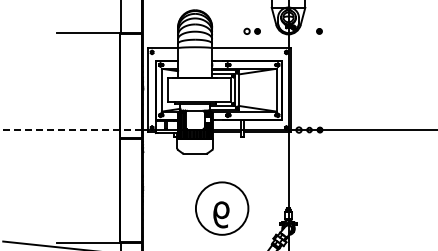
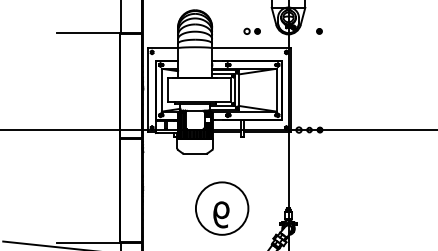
line at (70, 130): dashed -> solid
